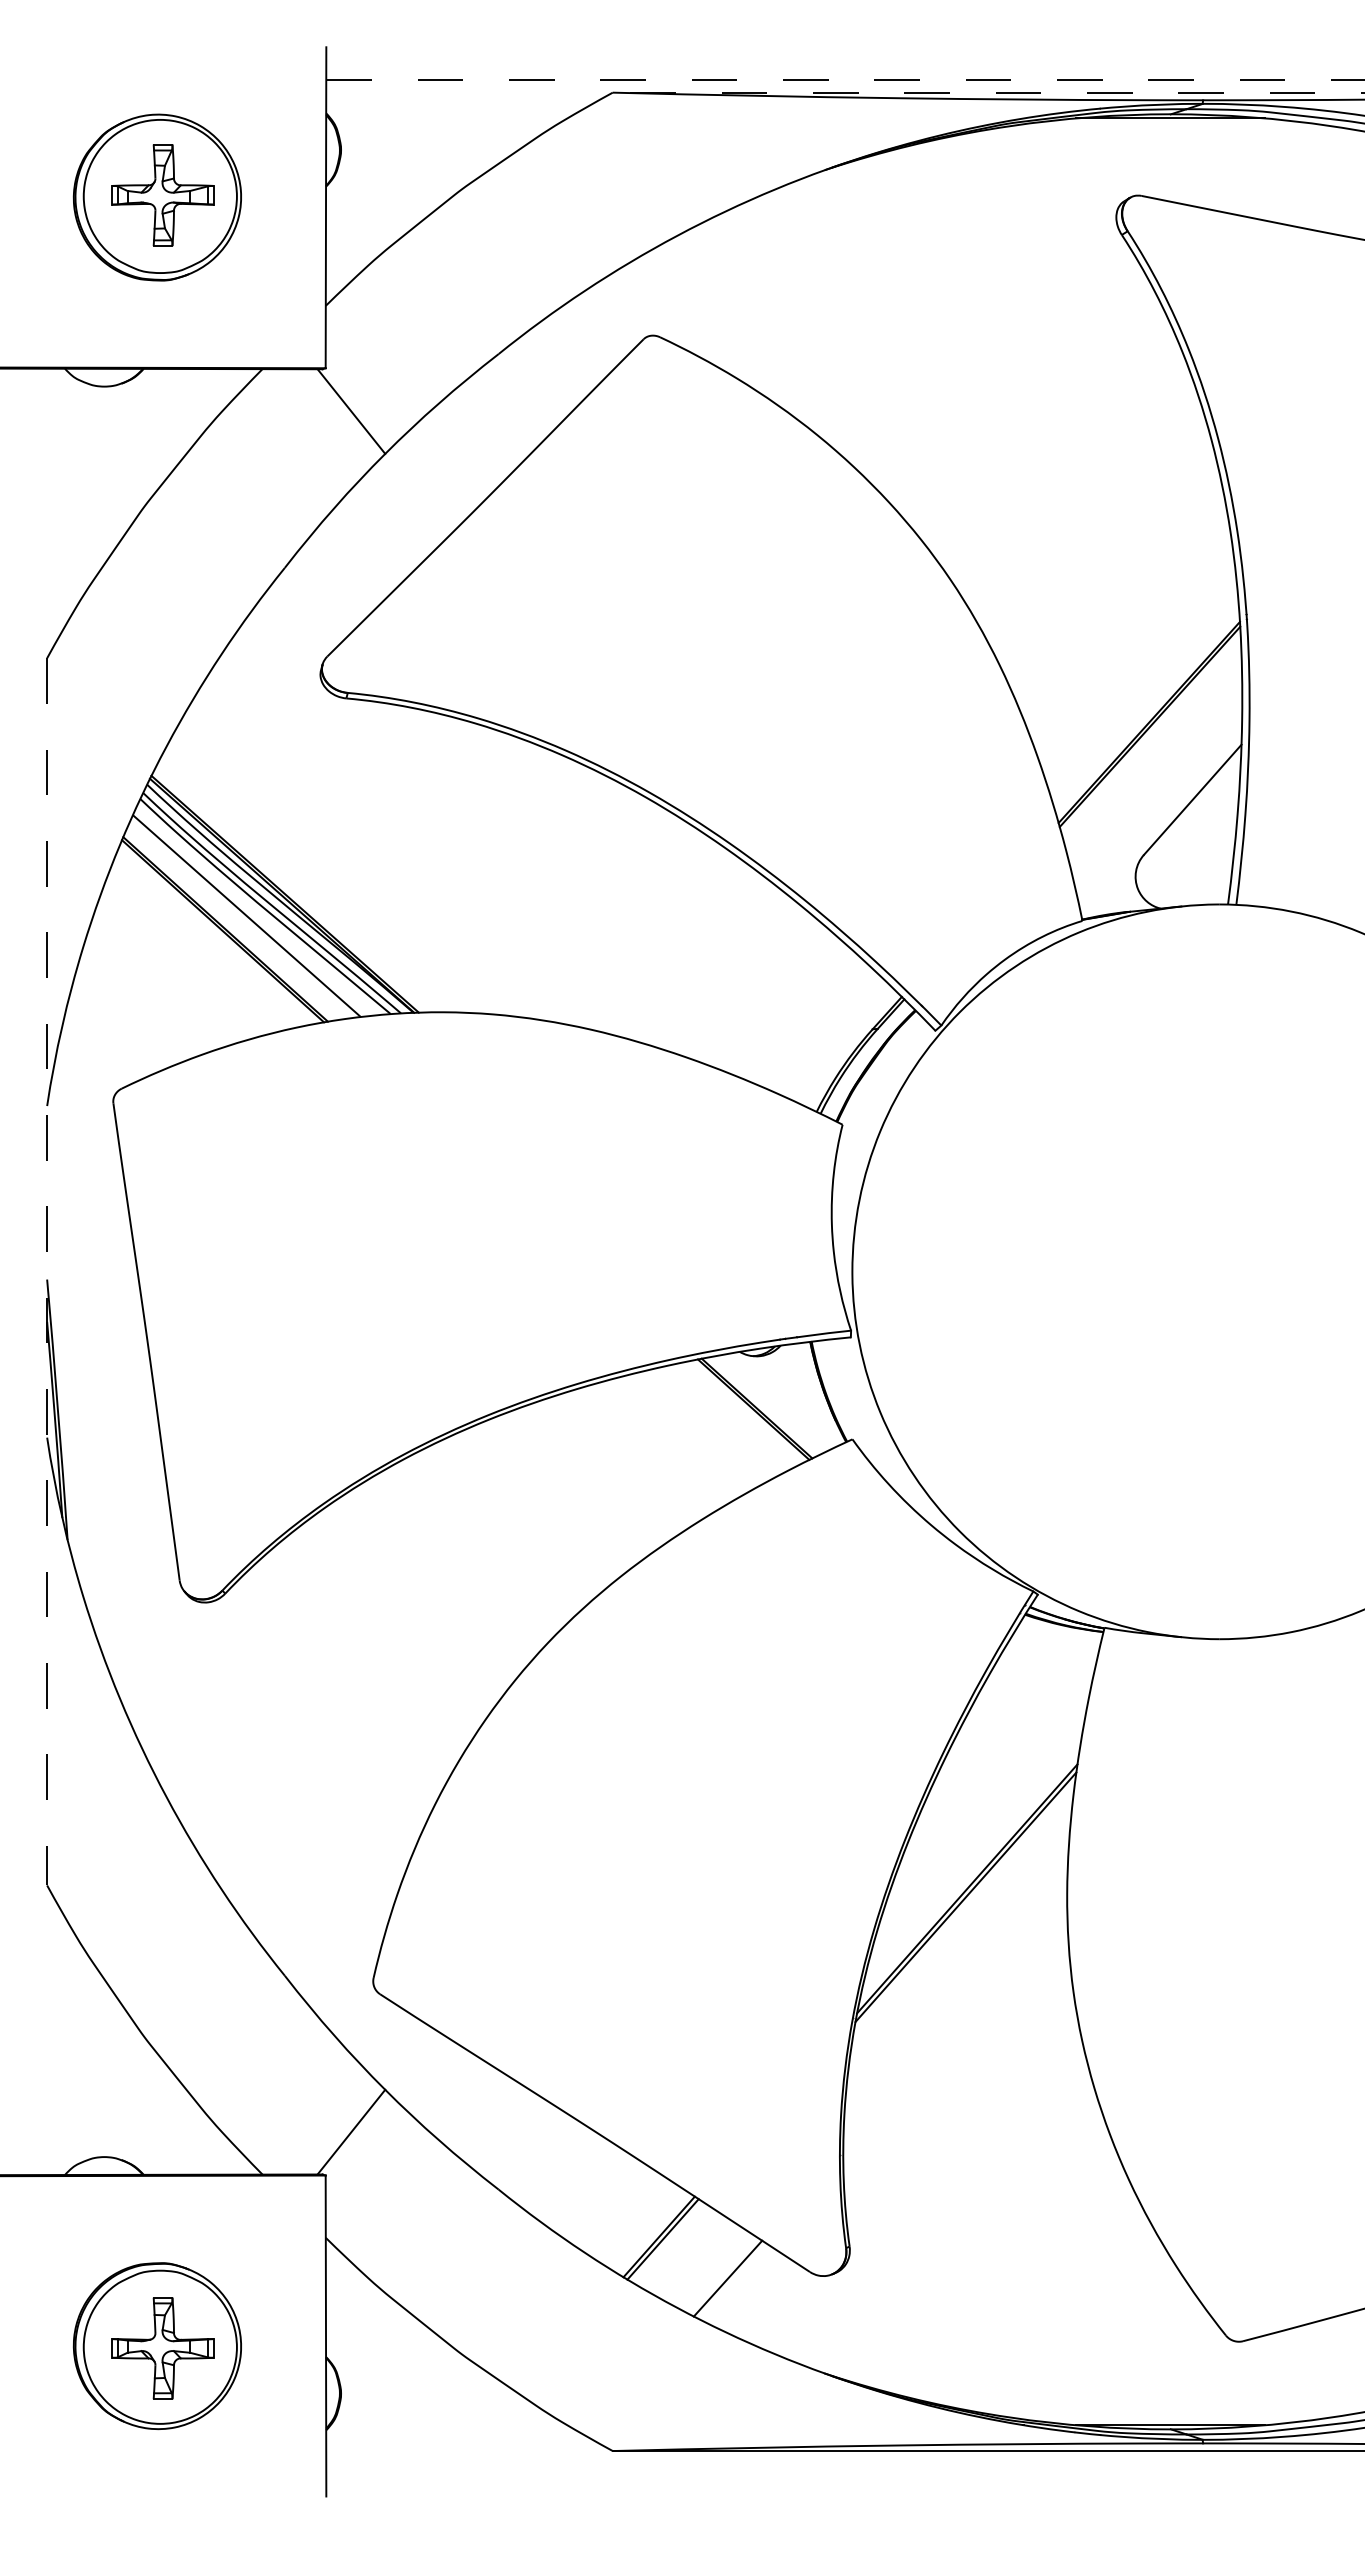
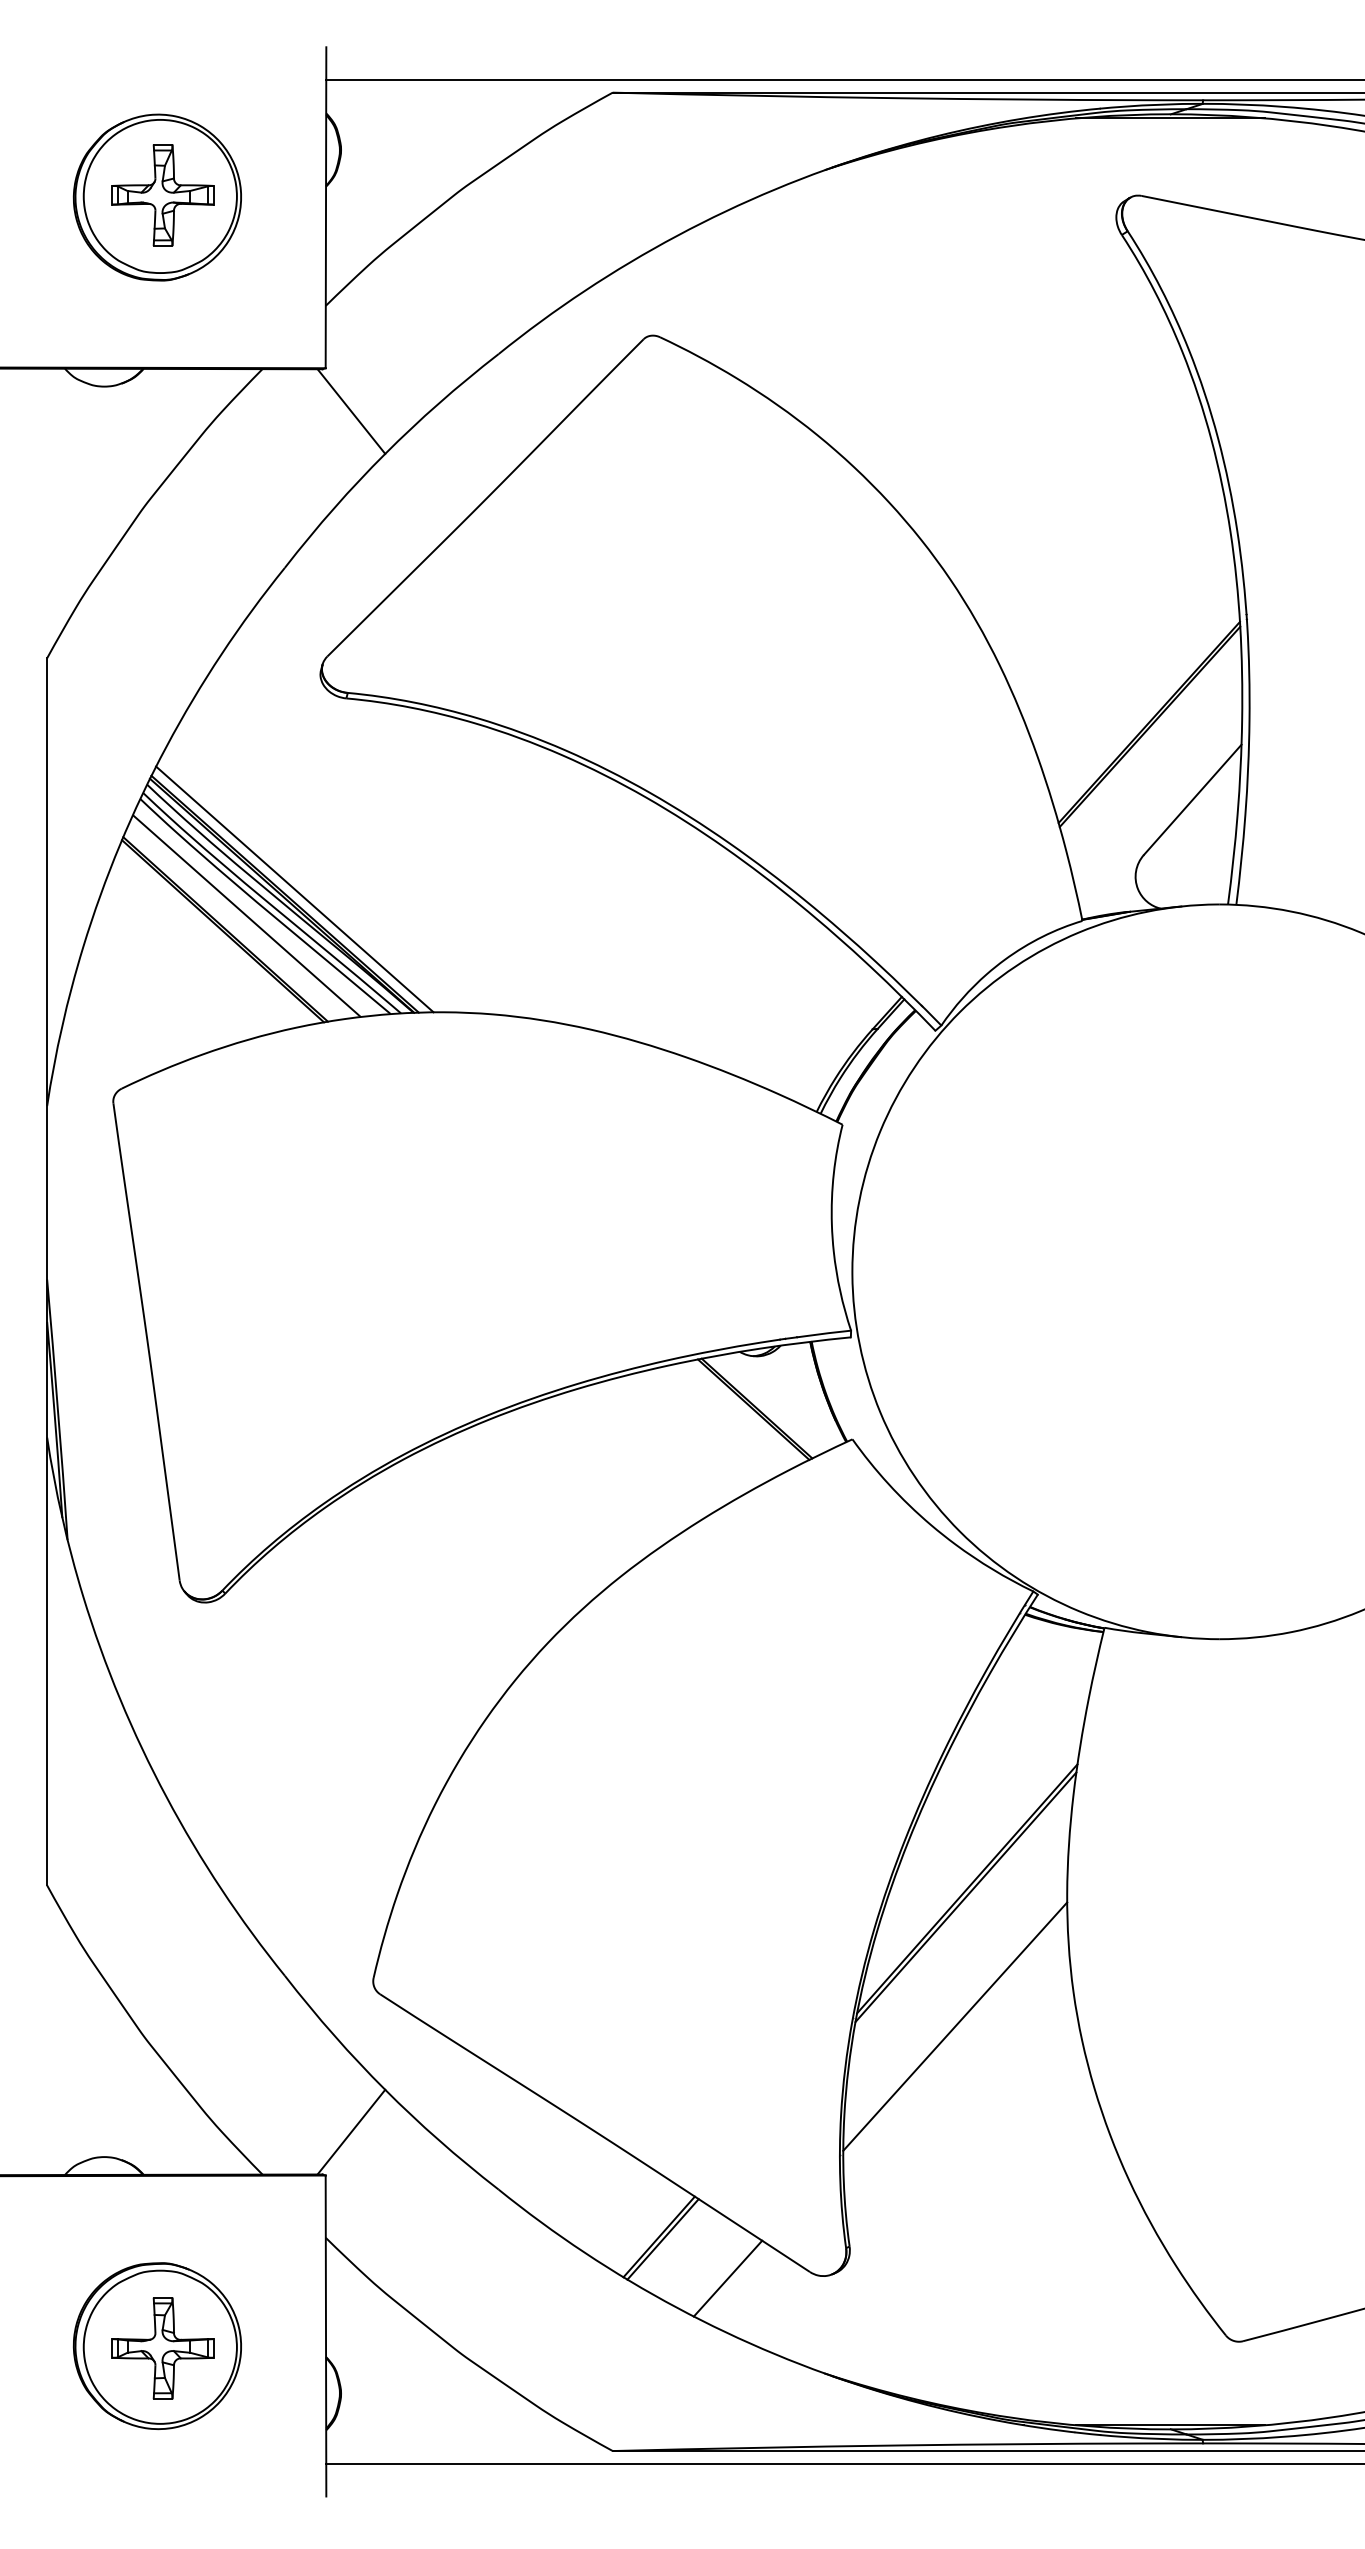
line at (845, 80): dashed -> solid
line at (988, 92): dashed -> solid
line at (294, 889): none -> present
line at (47, 1271): dashed -> solid
line at (955, 2026): none -> present
line at (843, 2463): none -> present
